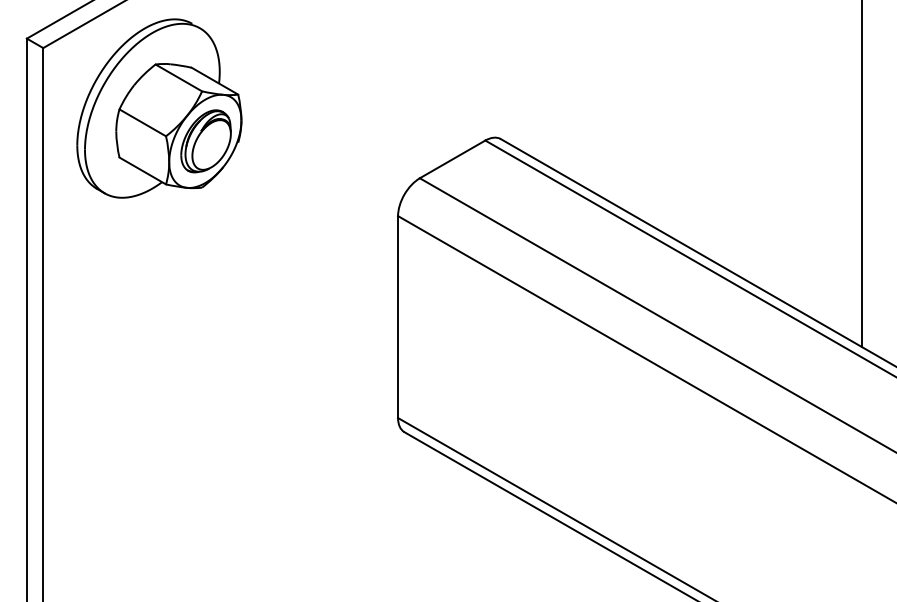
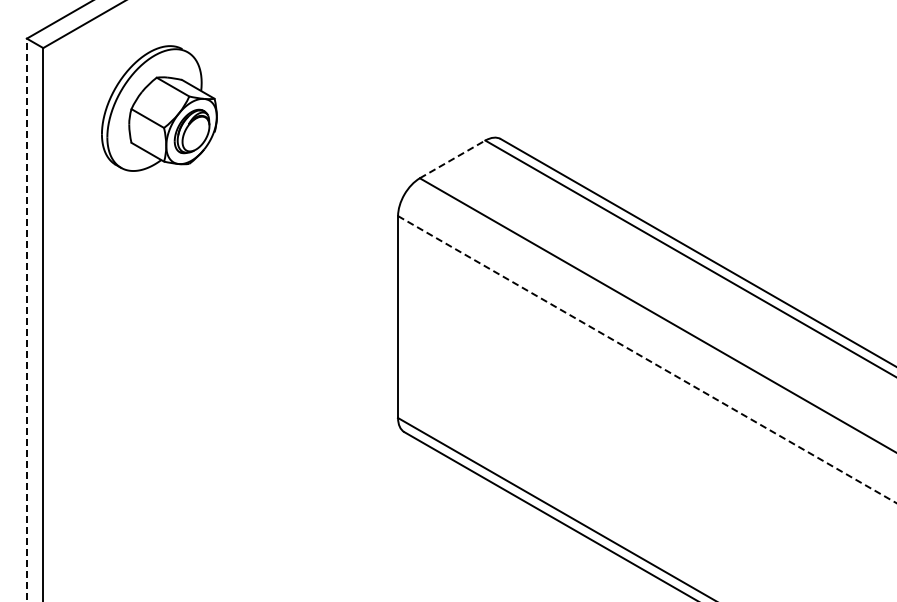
part at (159, 108) size: 167x181 px -> 117x127 px
line at (452, 159): solid -> dashed
line at (861, 174): present -> none
line at (26, 319): solid -> dashed
line at (647, 359): solid -> dashed
